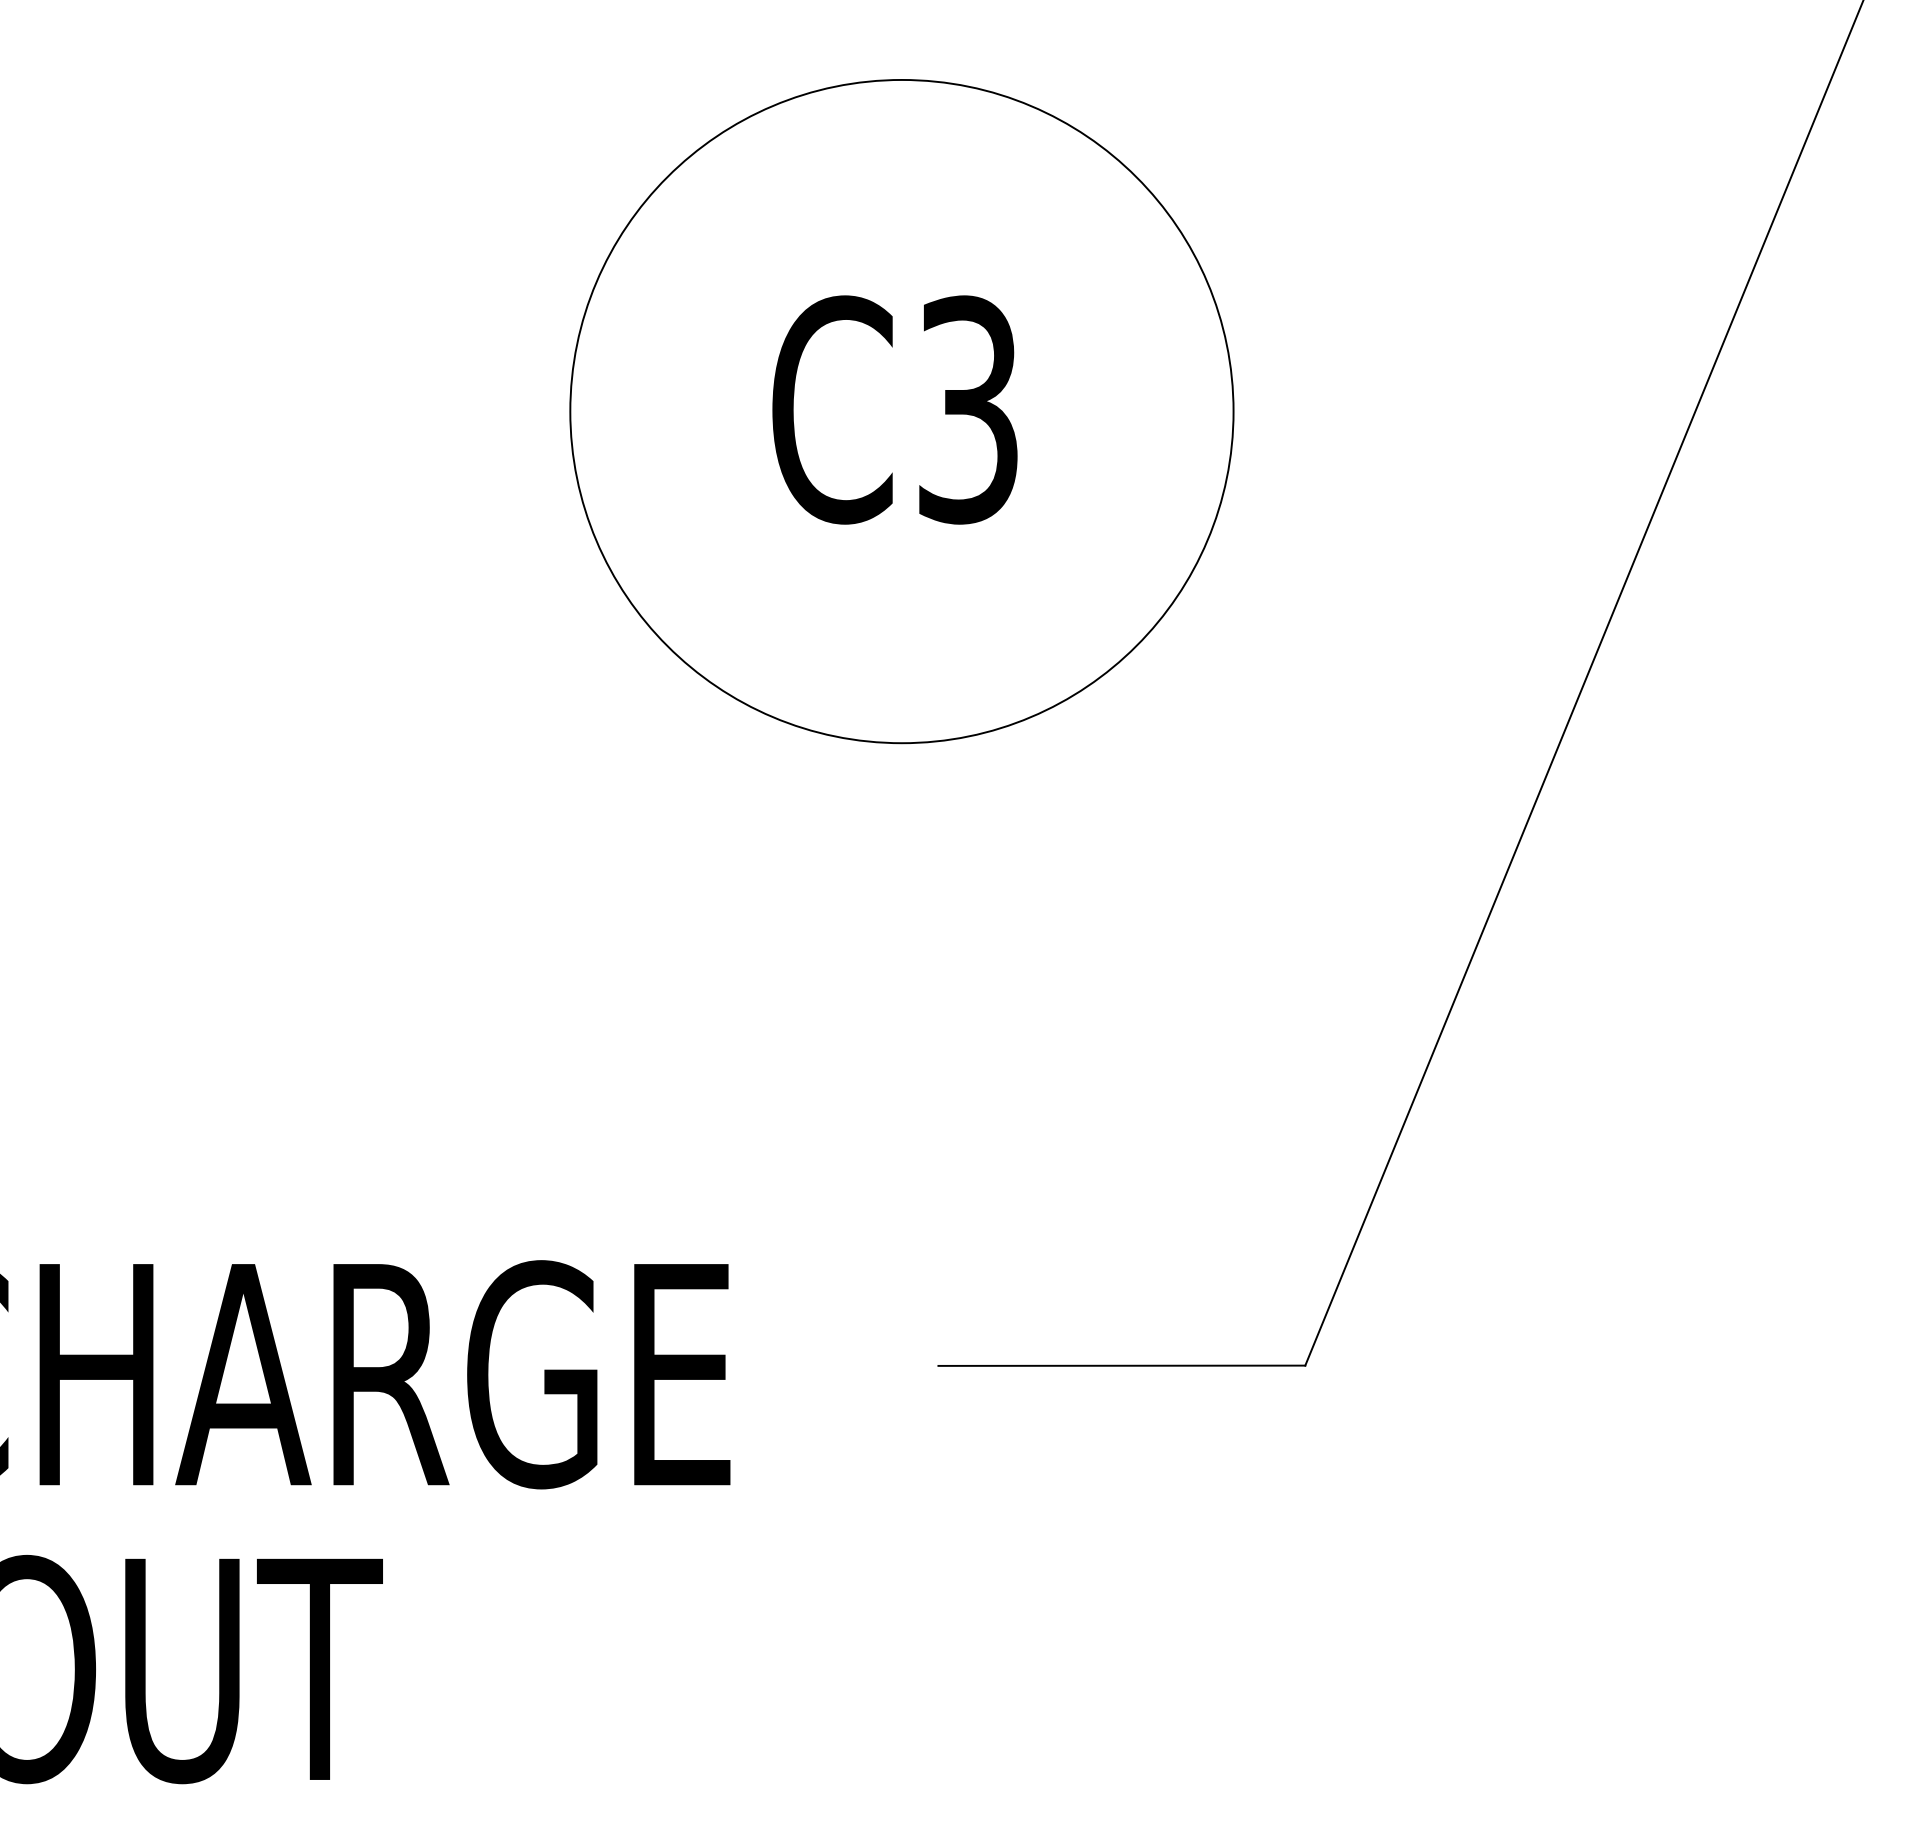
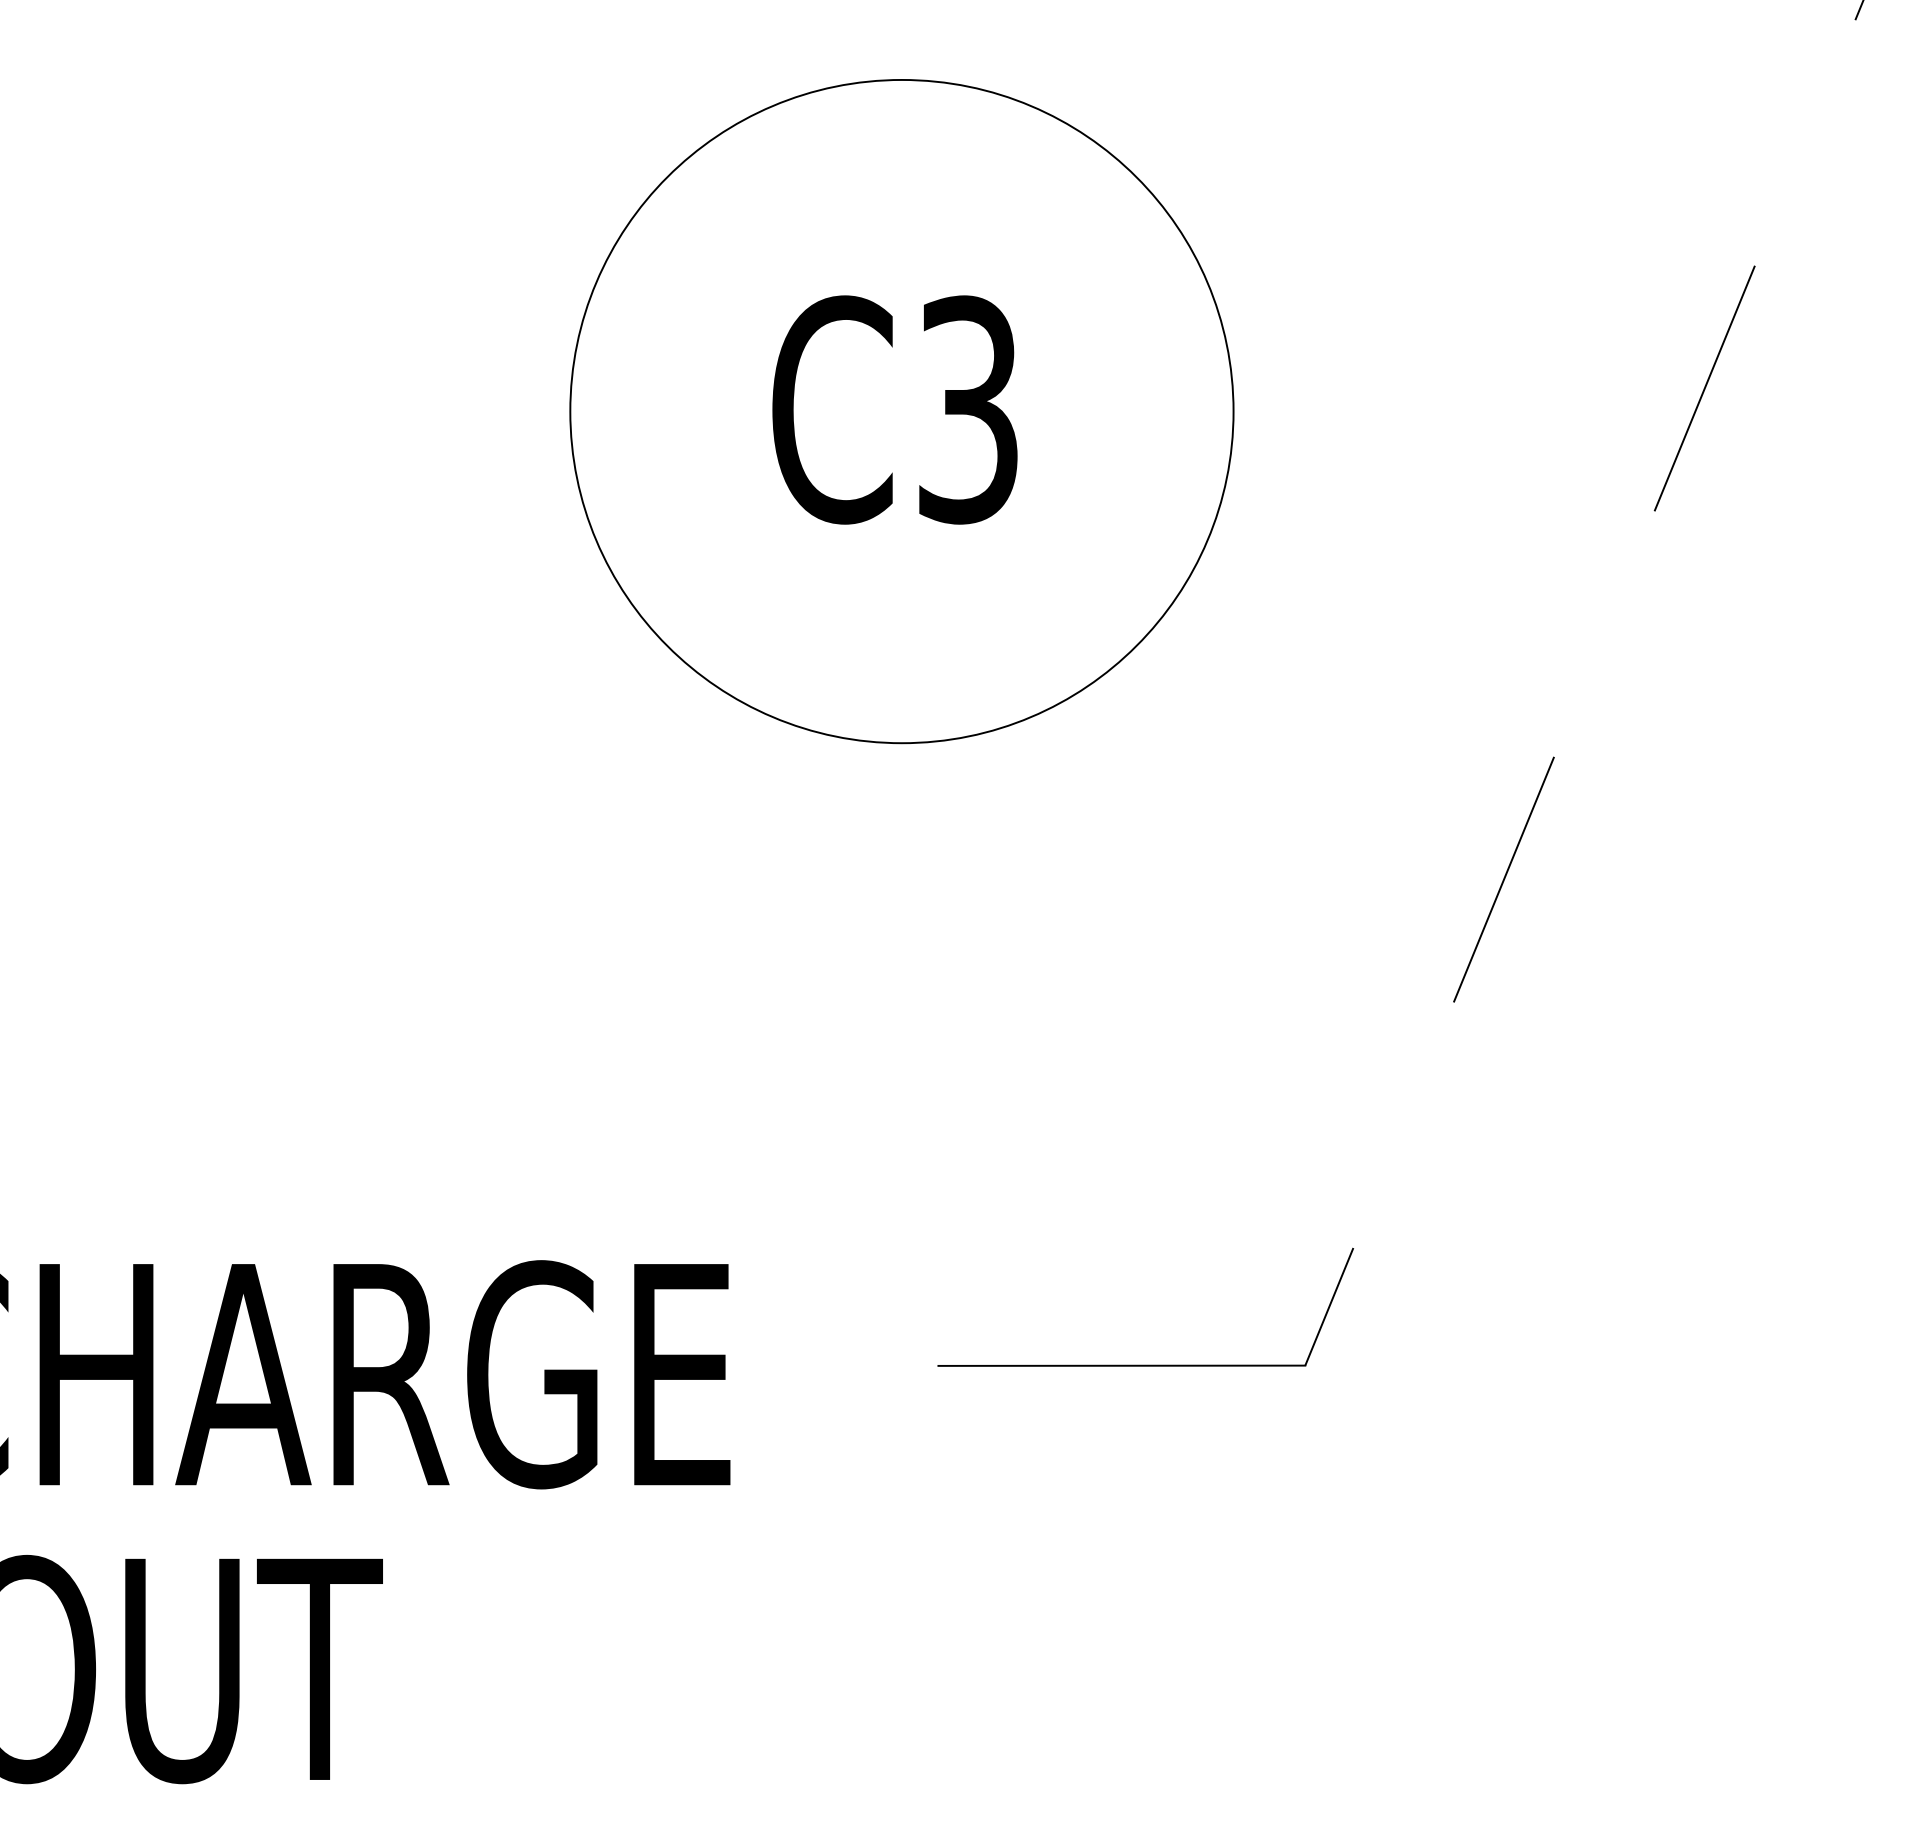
line at (1584, 683): solid -> dashed
